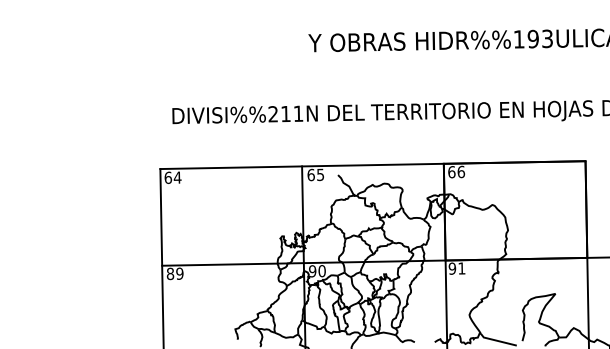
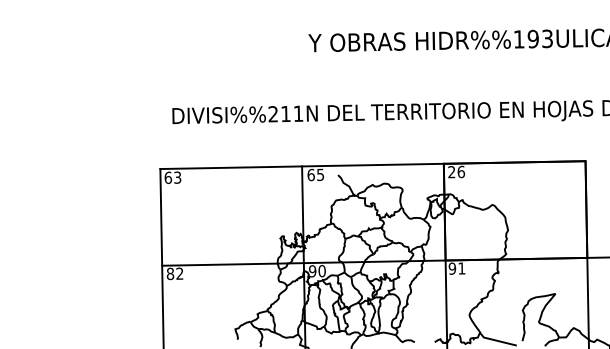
text at (451, 172): 66 -> 26
text at (177, 177): 64 -> 63
text at (179, 273): 89 -> 82
